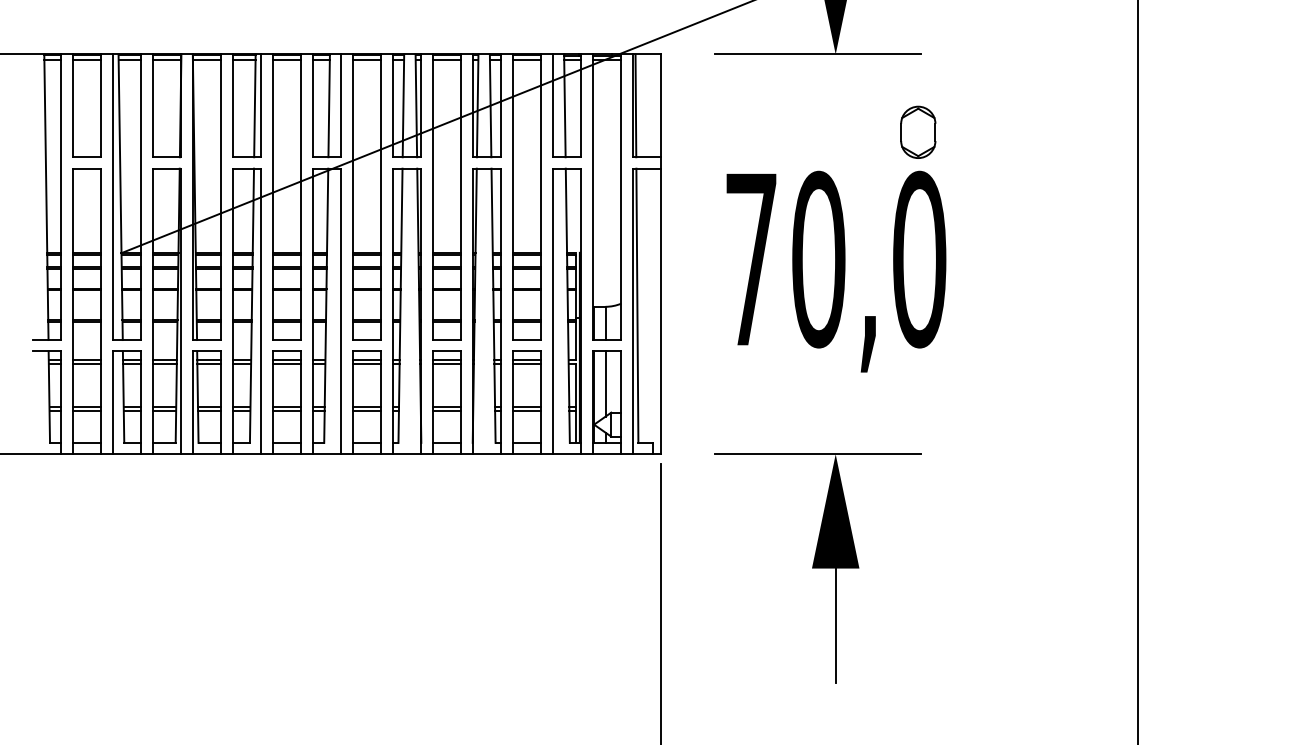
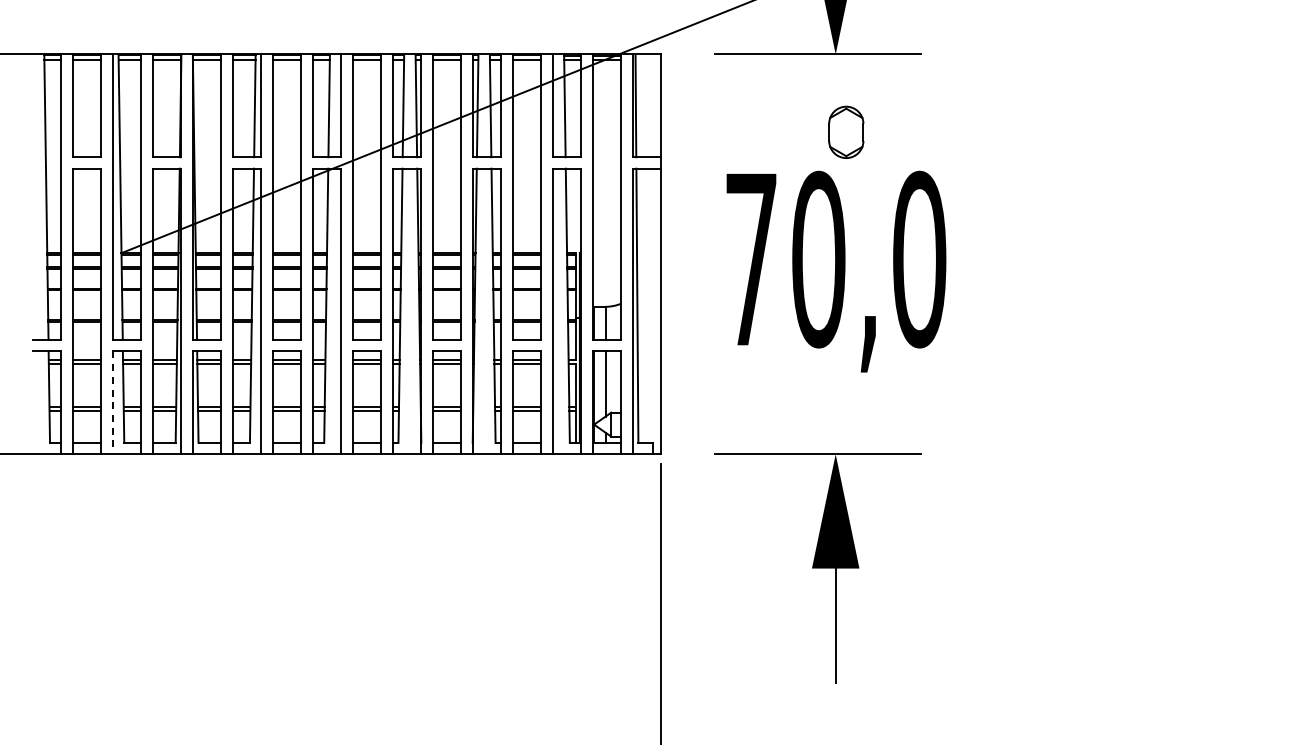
part at (918, 131) position: (918, 131) -> (846, 131)
line at (1138, 371): present -> none
line at (112, 403): solid -> dashed
